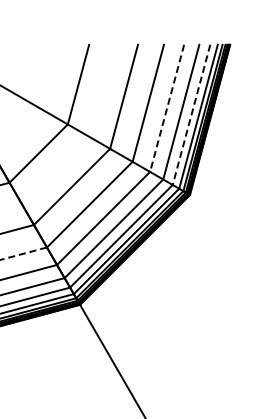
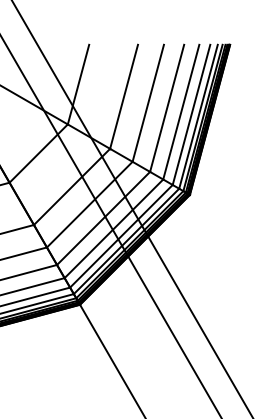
line at (167, 108): dashed -> solid
line at (191, 114): dashed -> solid
line at (132, 208): none -> present
line at (111, 226): none -> present
line at (23, 253): dashed -> solid
